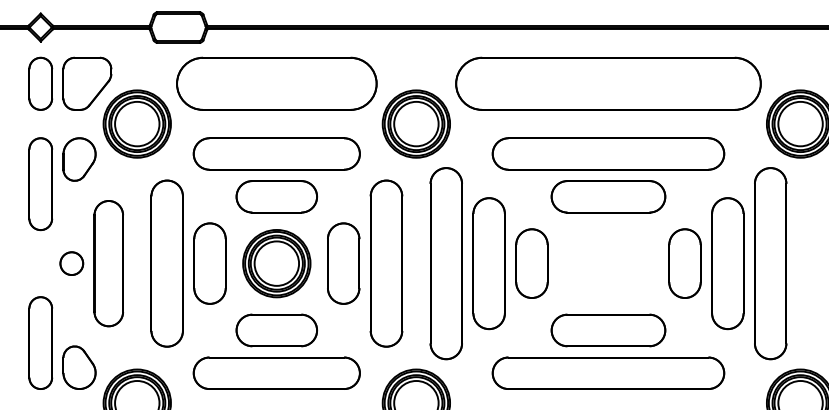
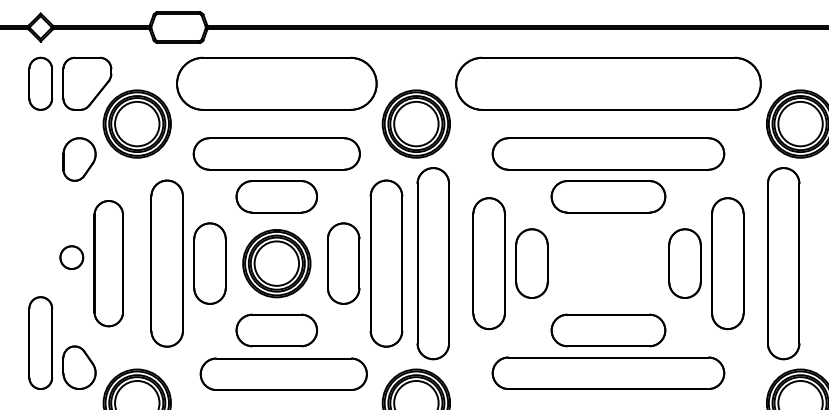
part at (40, 184): present -> none
part at (71, 263) position: (71, 263) -> (71, 257)
part at (445, 263) position: (445, 263) -> (432, 263)
part at (770, 263) position: (770, 263) -> (783, 263)
part at (276, 372) position: (276, 372) -> (283, 373)
